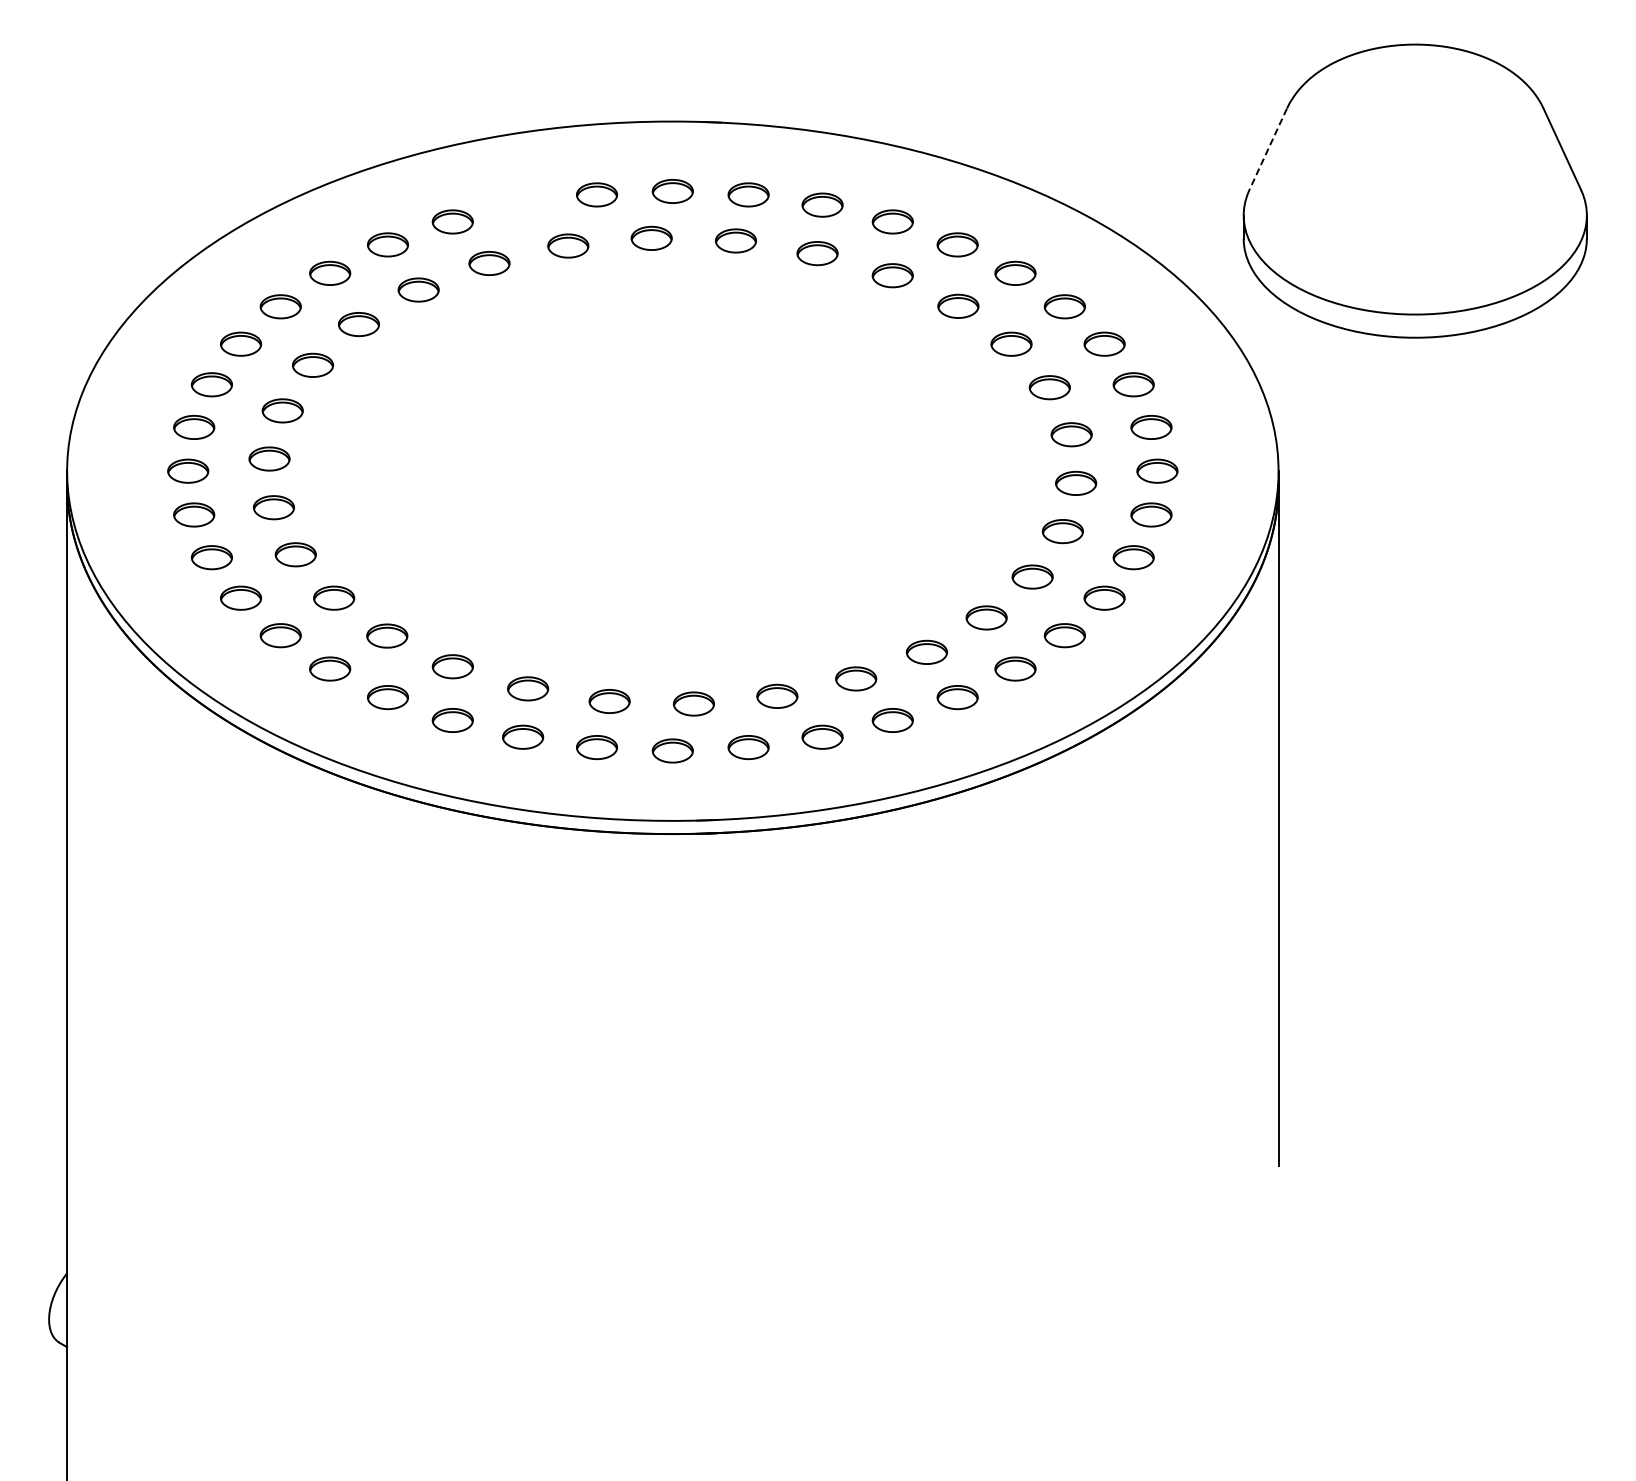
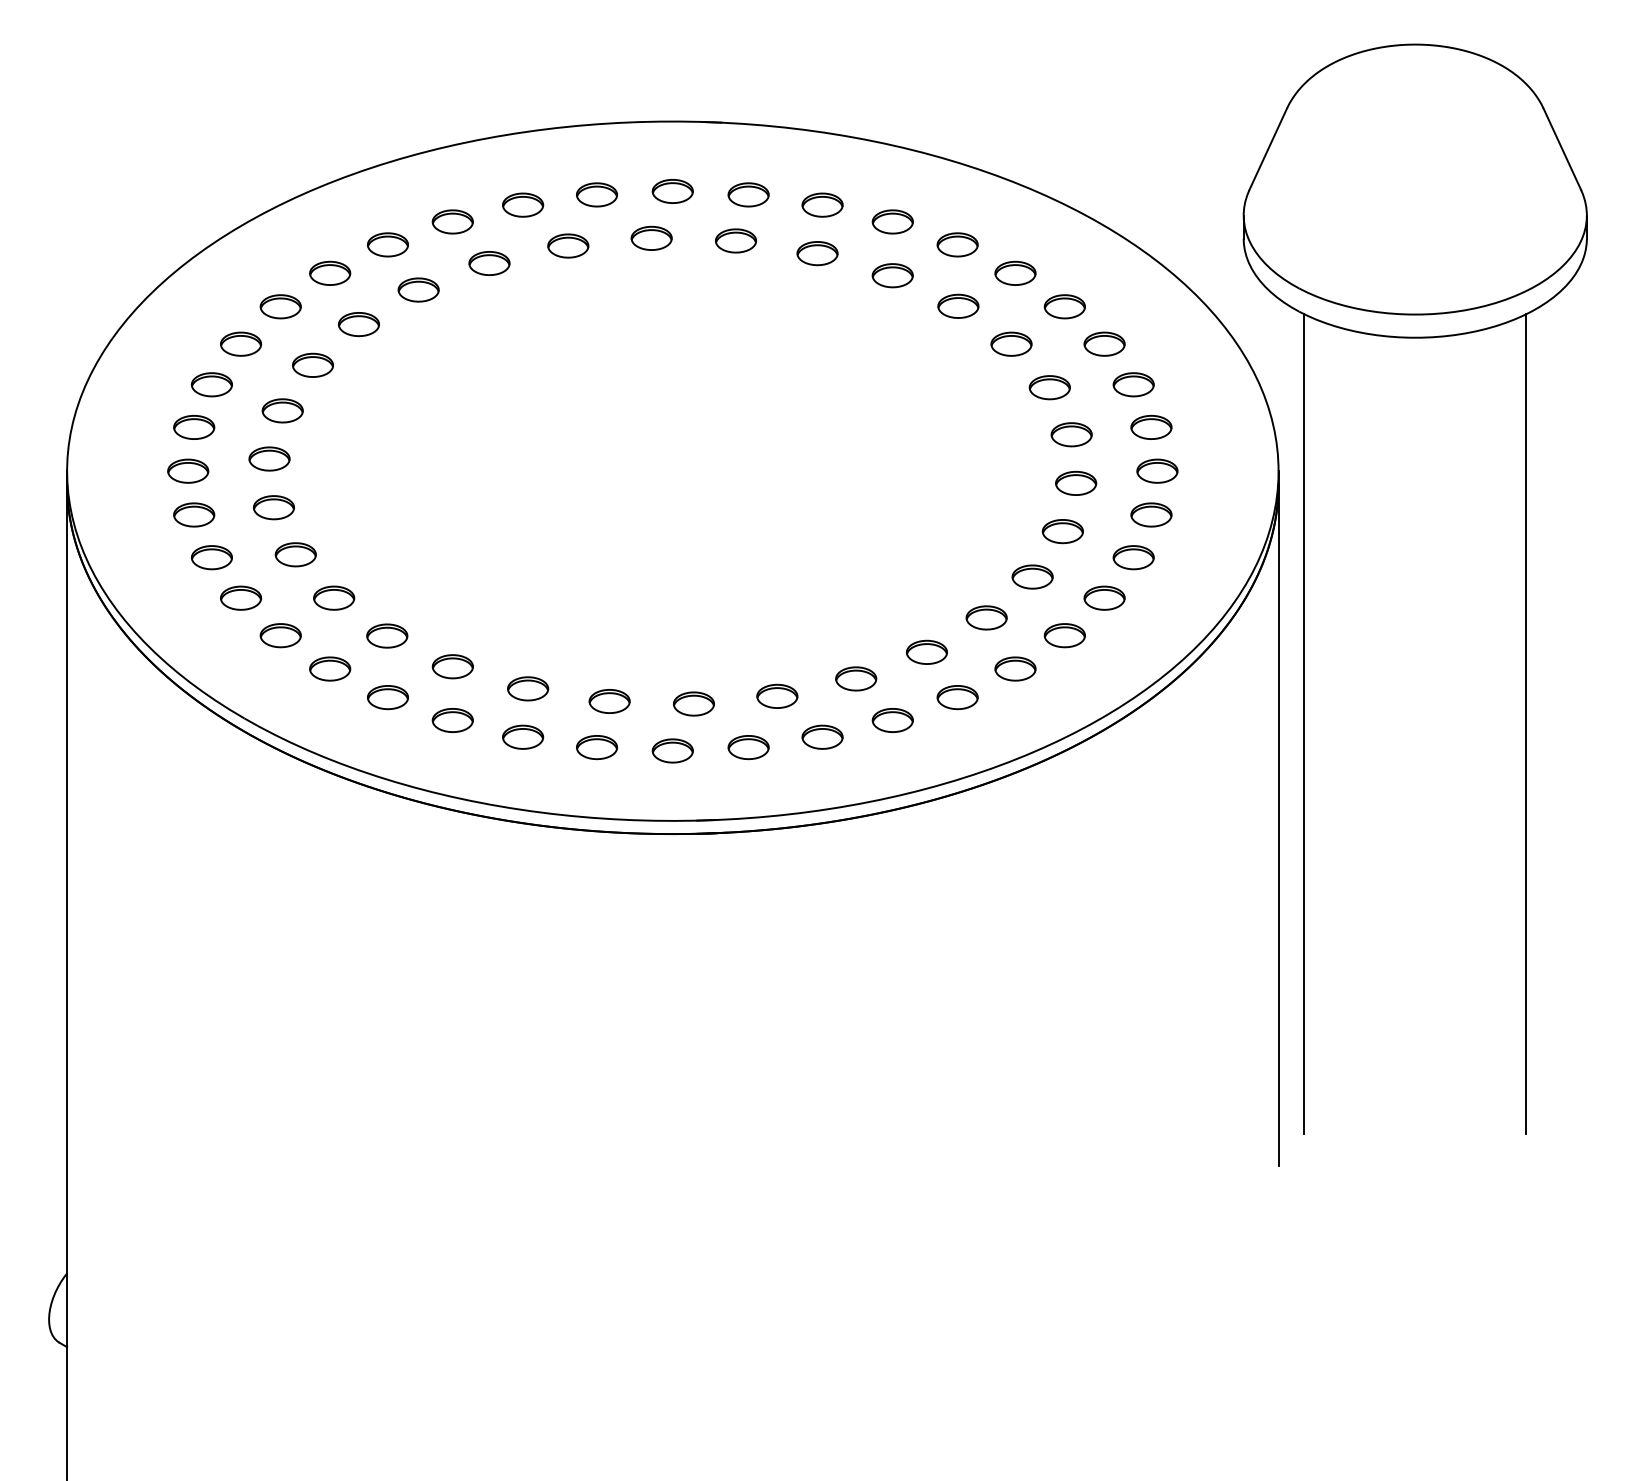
line at (1268, 149): dashed -> solid
part at (523, 204): none -> present
line at (1304, 723): none -> present
line at (1526, 723): none -> present
